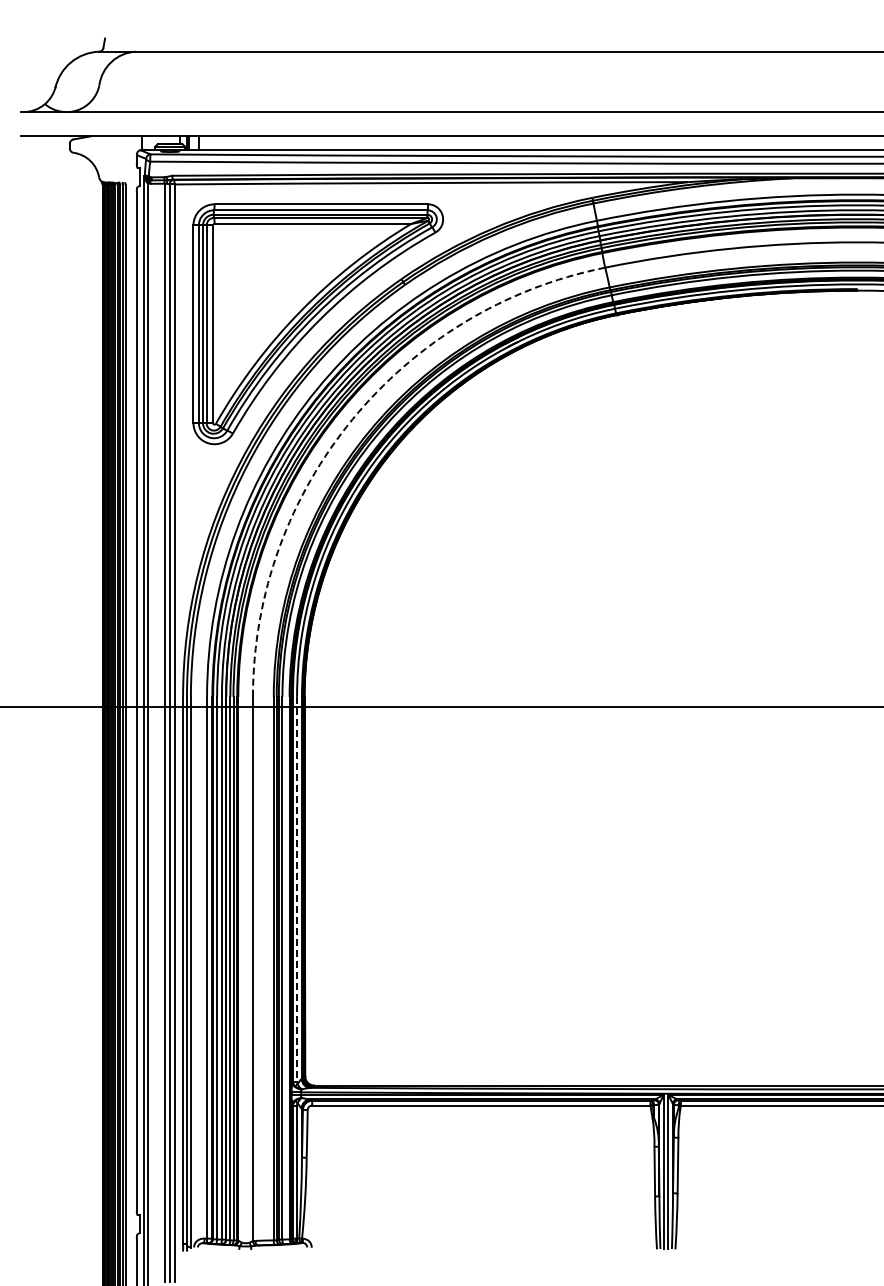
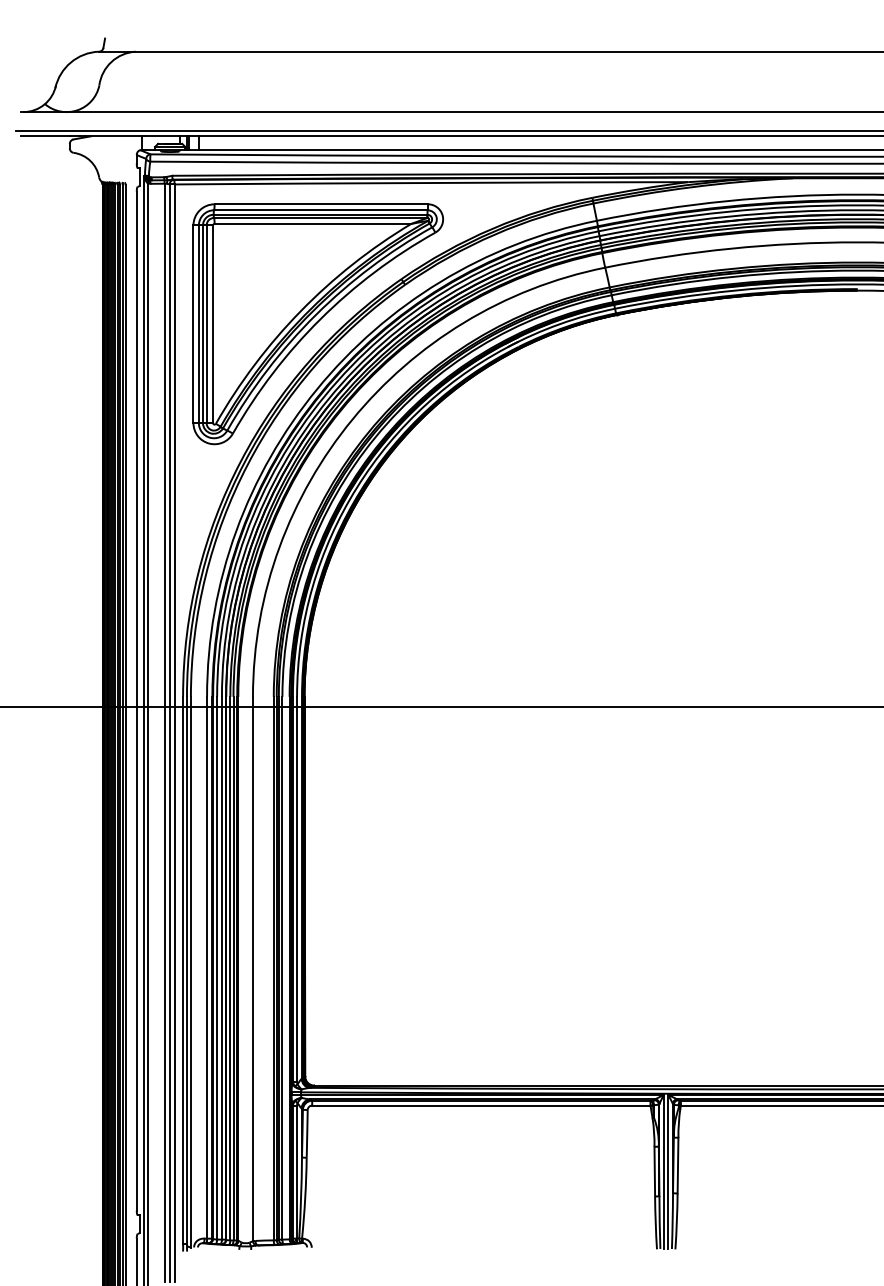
line at (447, 130): none -> present
arc at (352, 419): dashed -> solid
line at (297, 889): dashed -> solid
